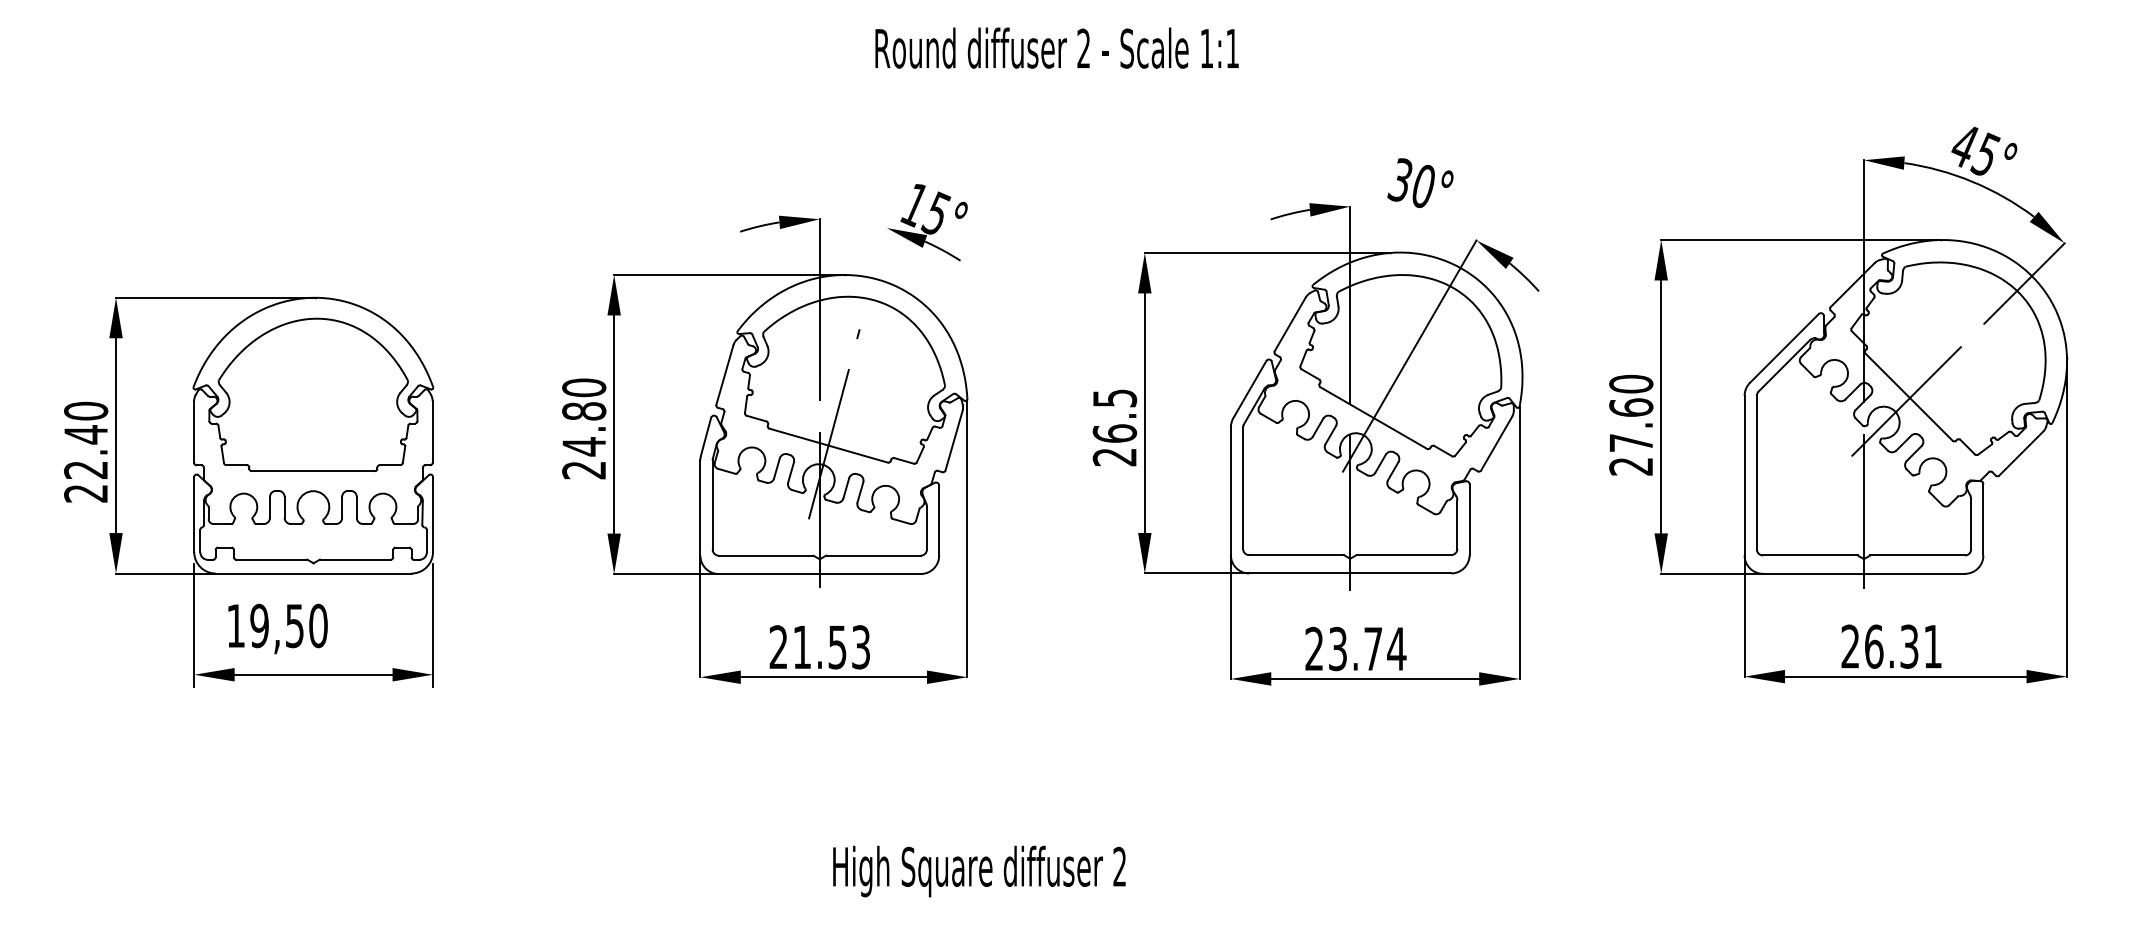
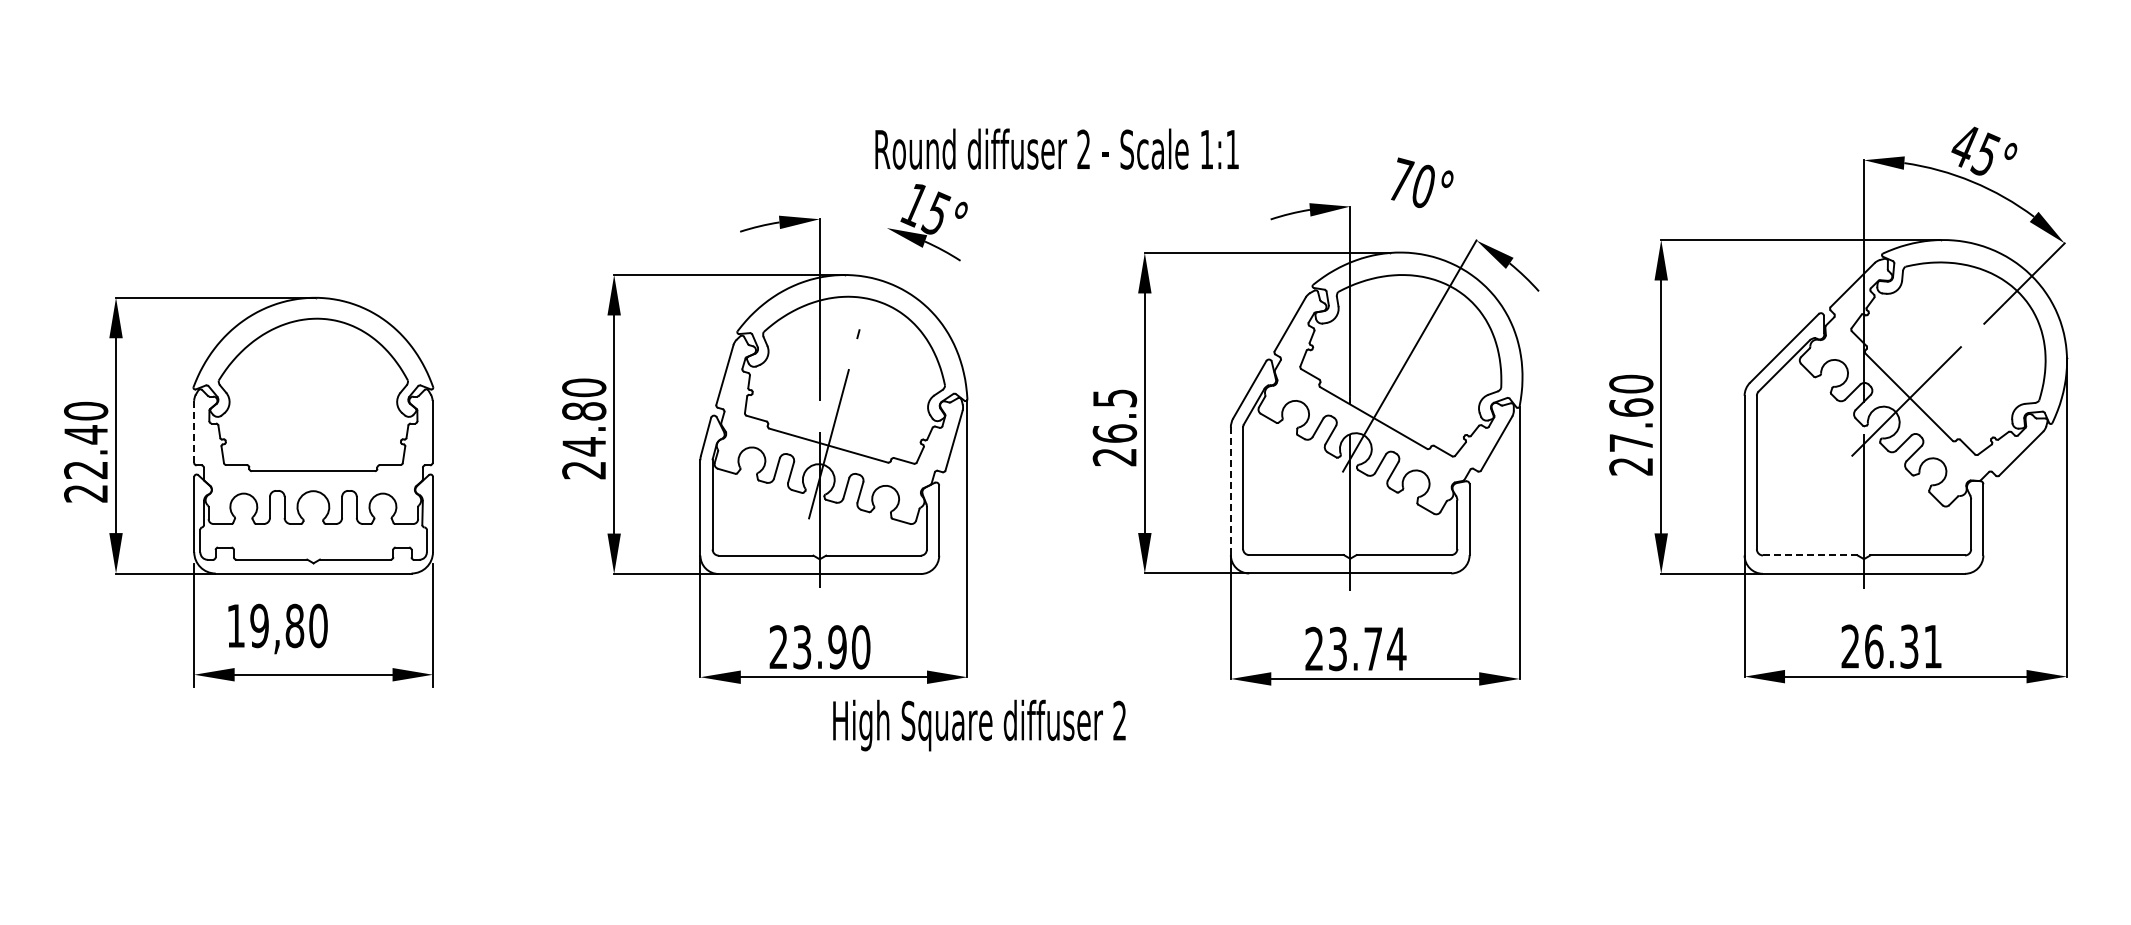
text at (1056, 47) position: (1056, 47) -> (1056, 148)
text at (1400, 179): 30° -> 70°
line at (194, 432): solid -> dashed
line at (1230, 491): solid -> dashed
line at (1809, 555): solid -> dashed
text at (294, 625): 19,50 -> 19,80
text at (831, 647): 21.53 -> 23.90
text at (979, 871) position: (979, 871) -> (979, 725)
